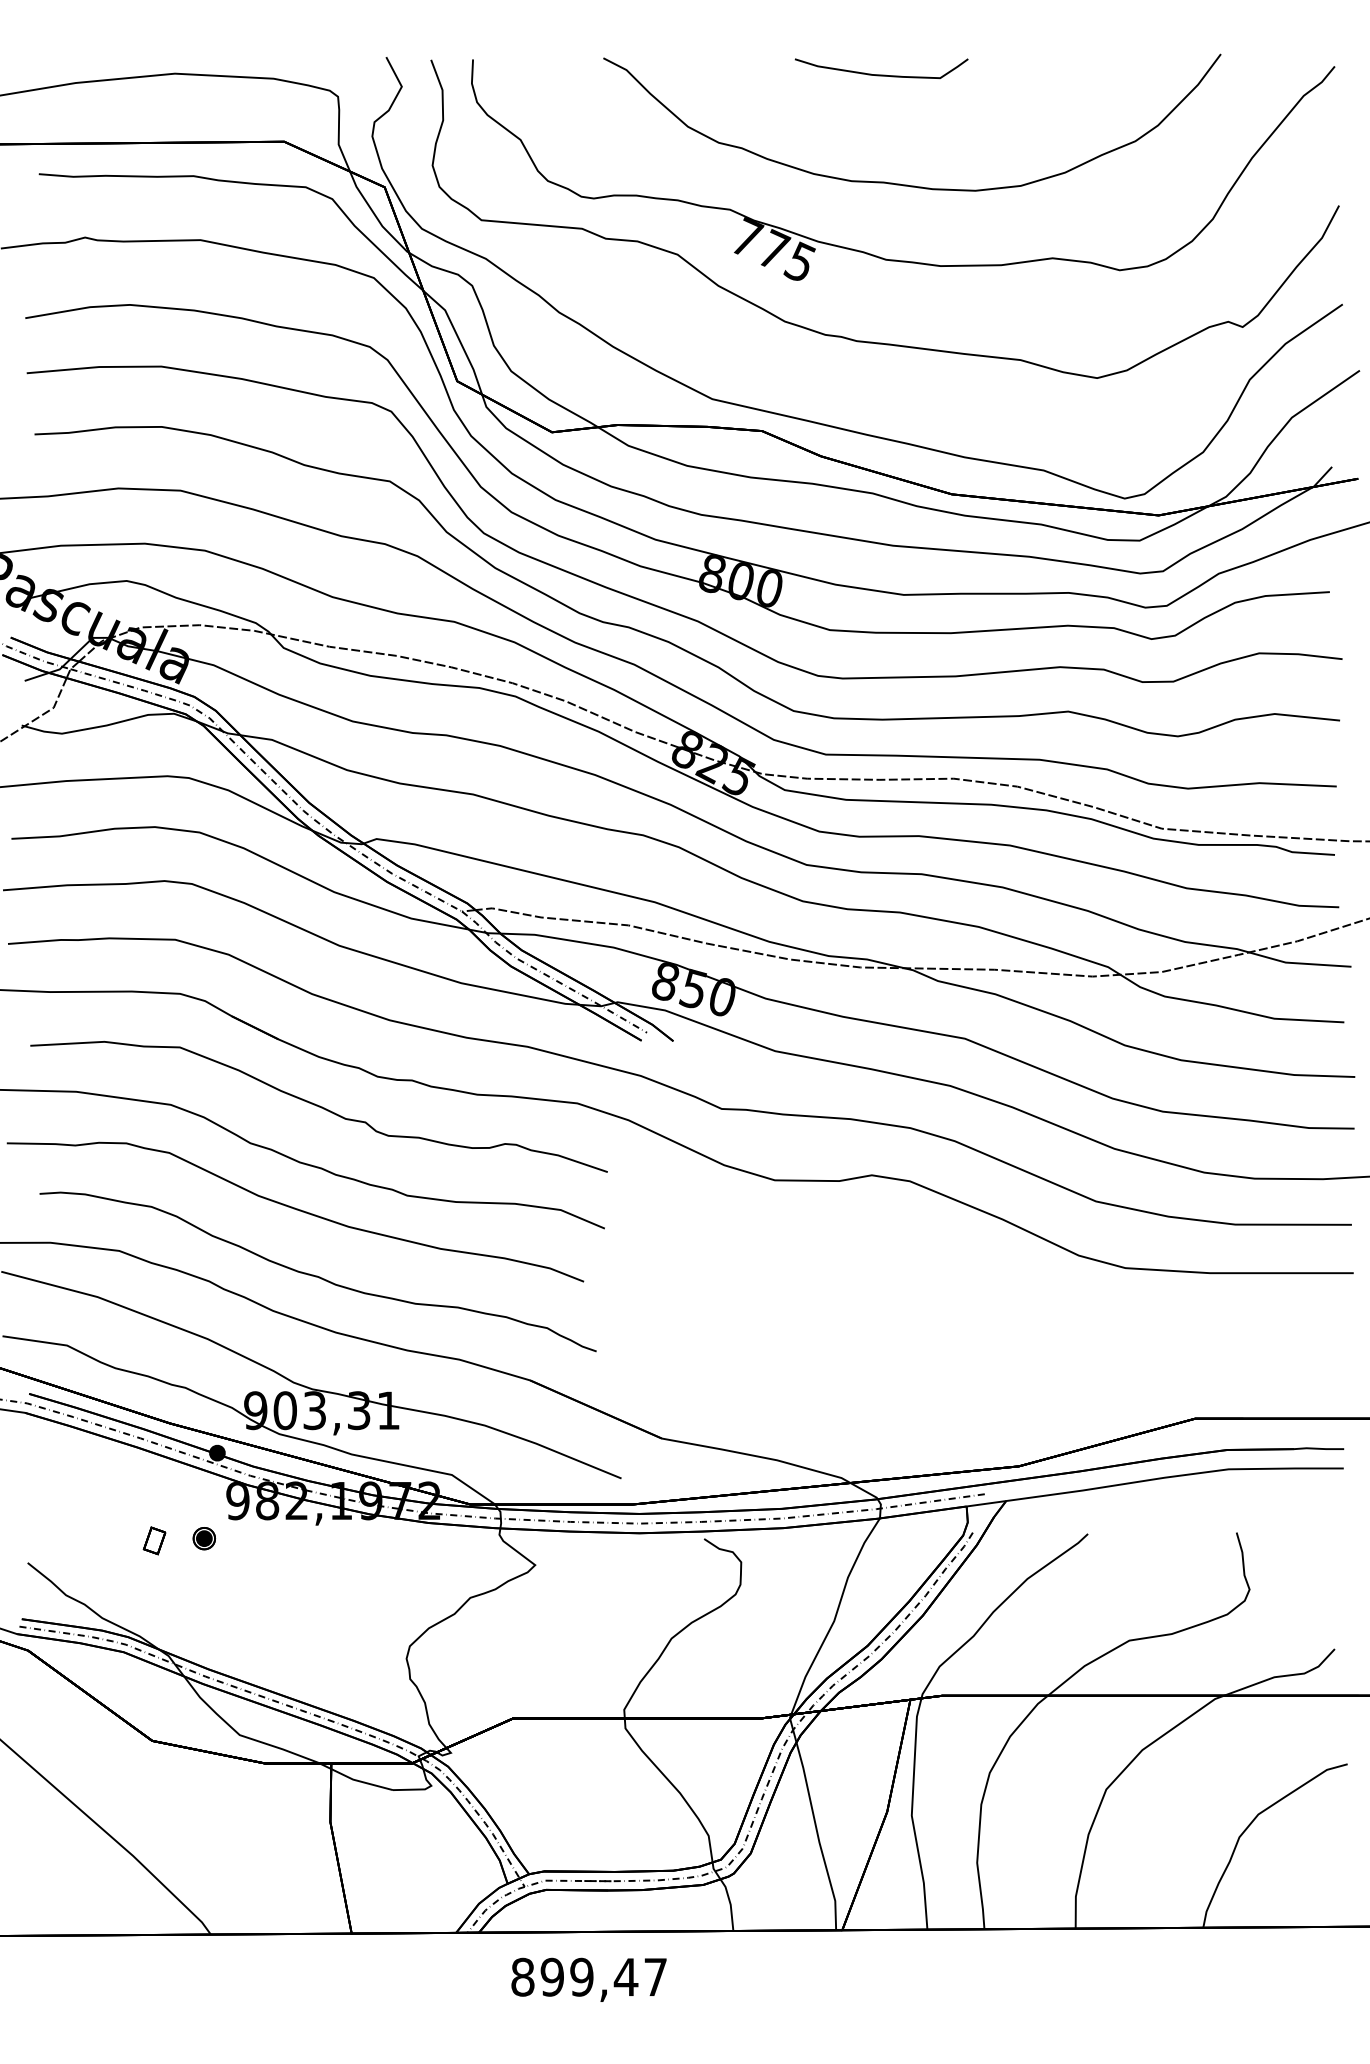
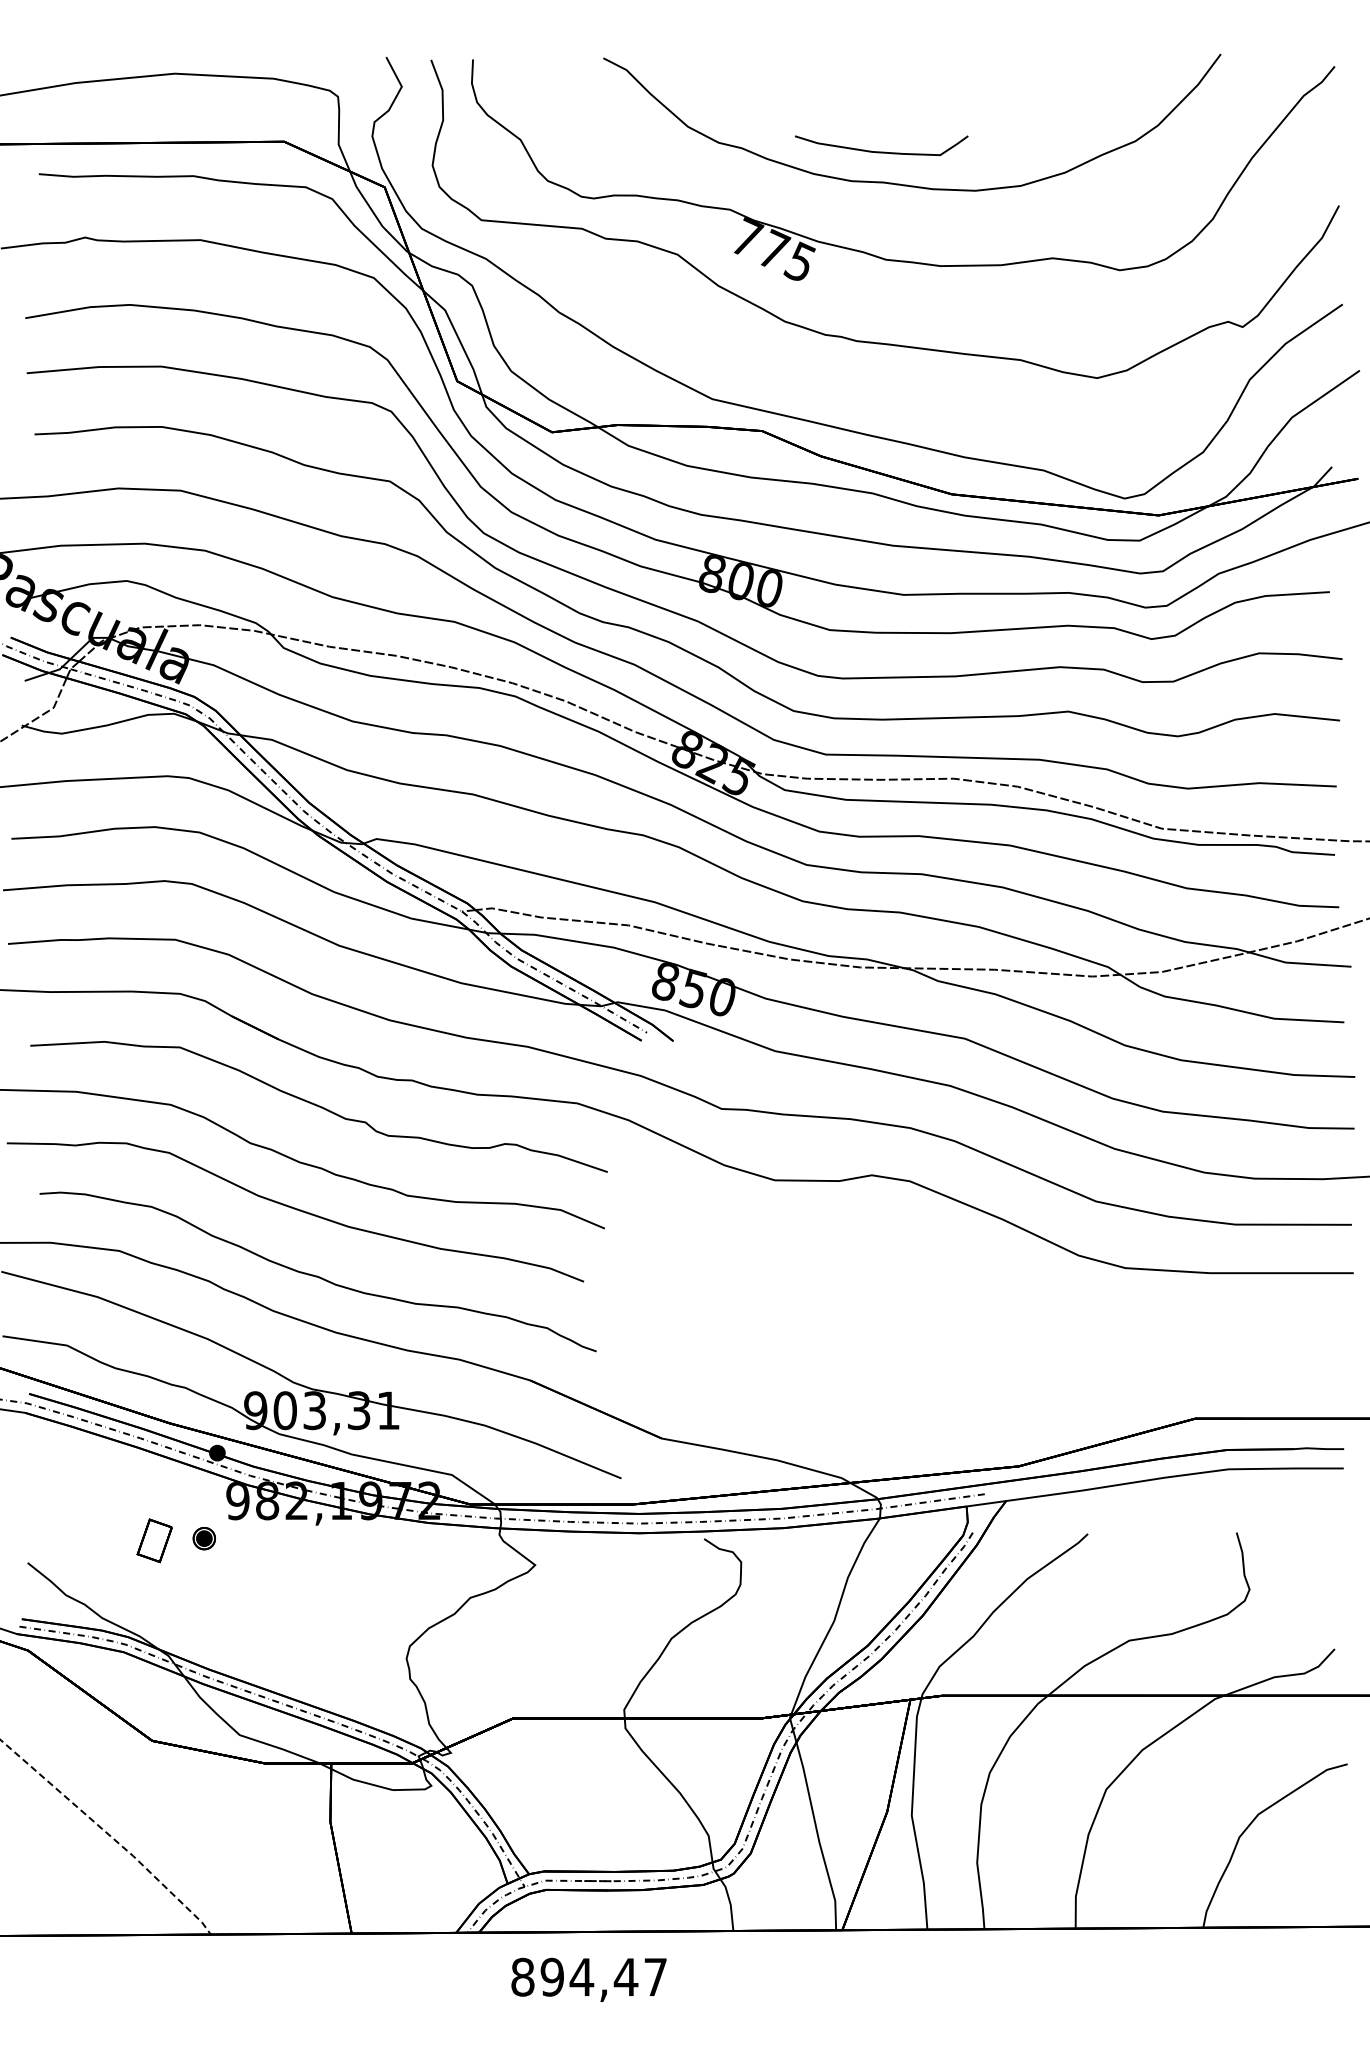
curve at (881, 74) position: (881, 74) -> (881, 151)
part at (154, 1540) size: 25x30 px -> 37x46 px
line at (109, 1835): solid -> dashed
text at (581, 1976): 899,47 -> 894,47
